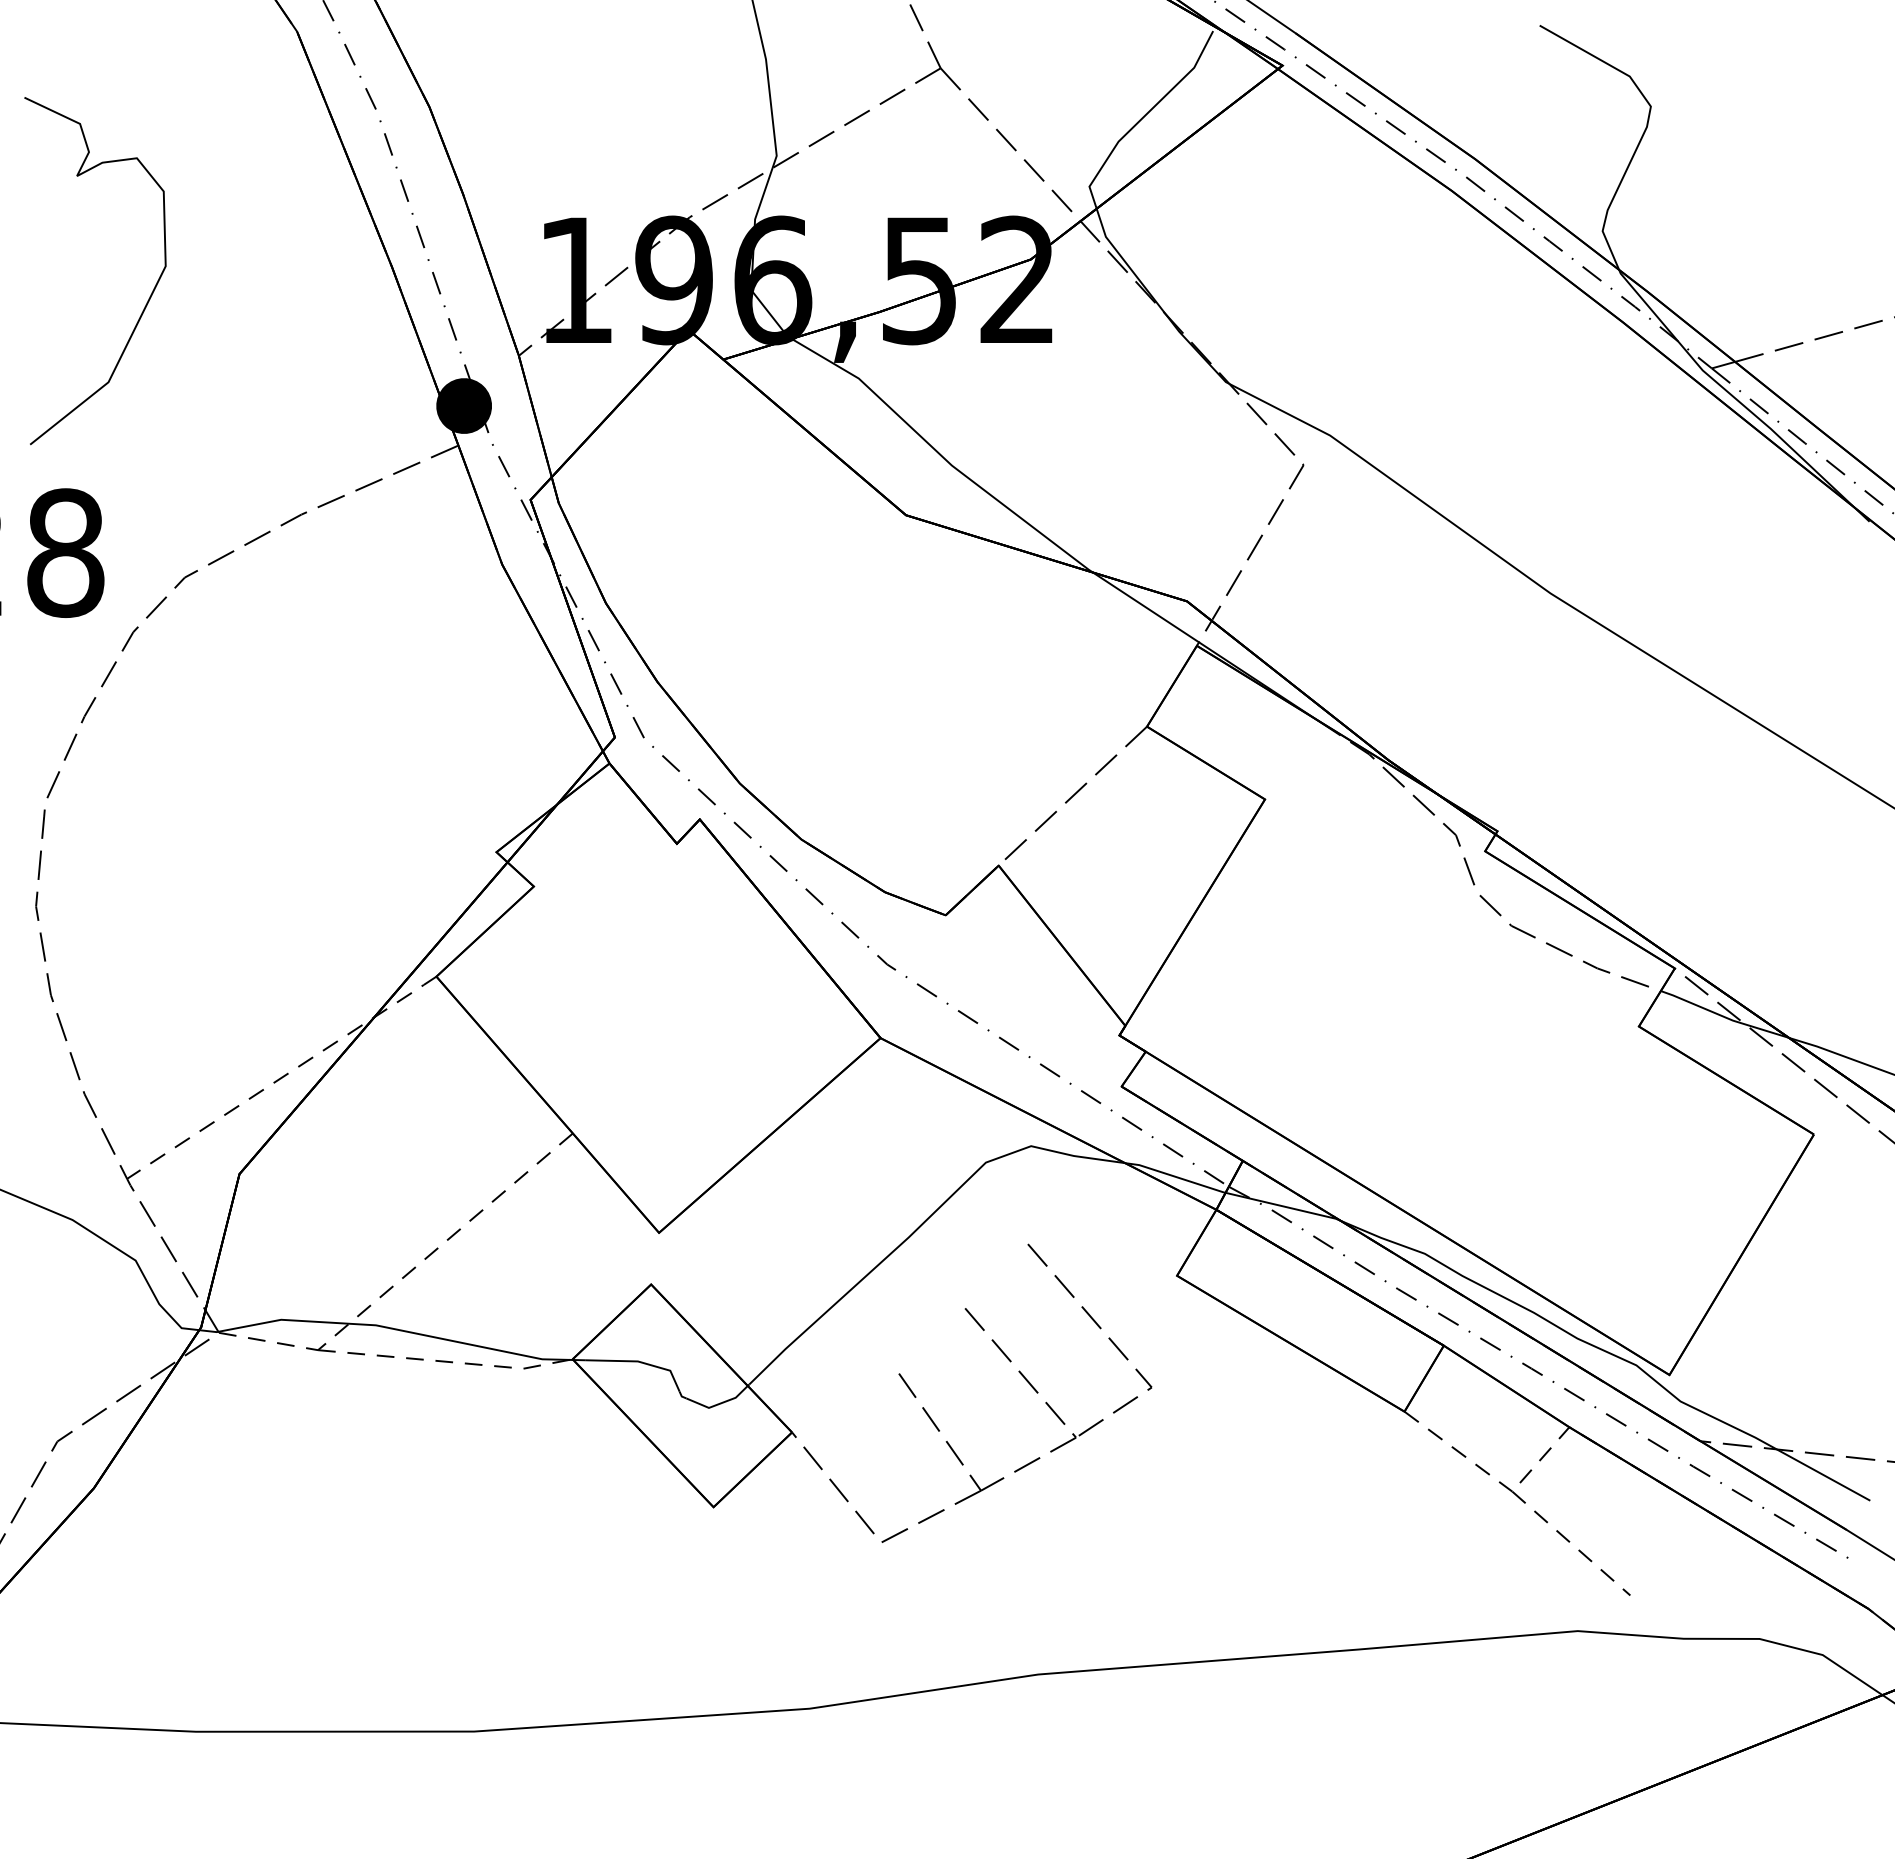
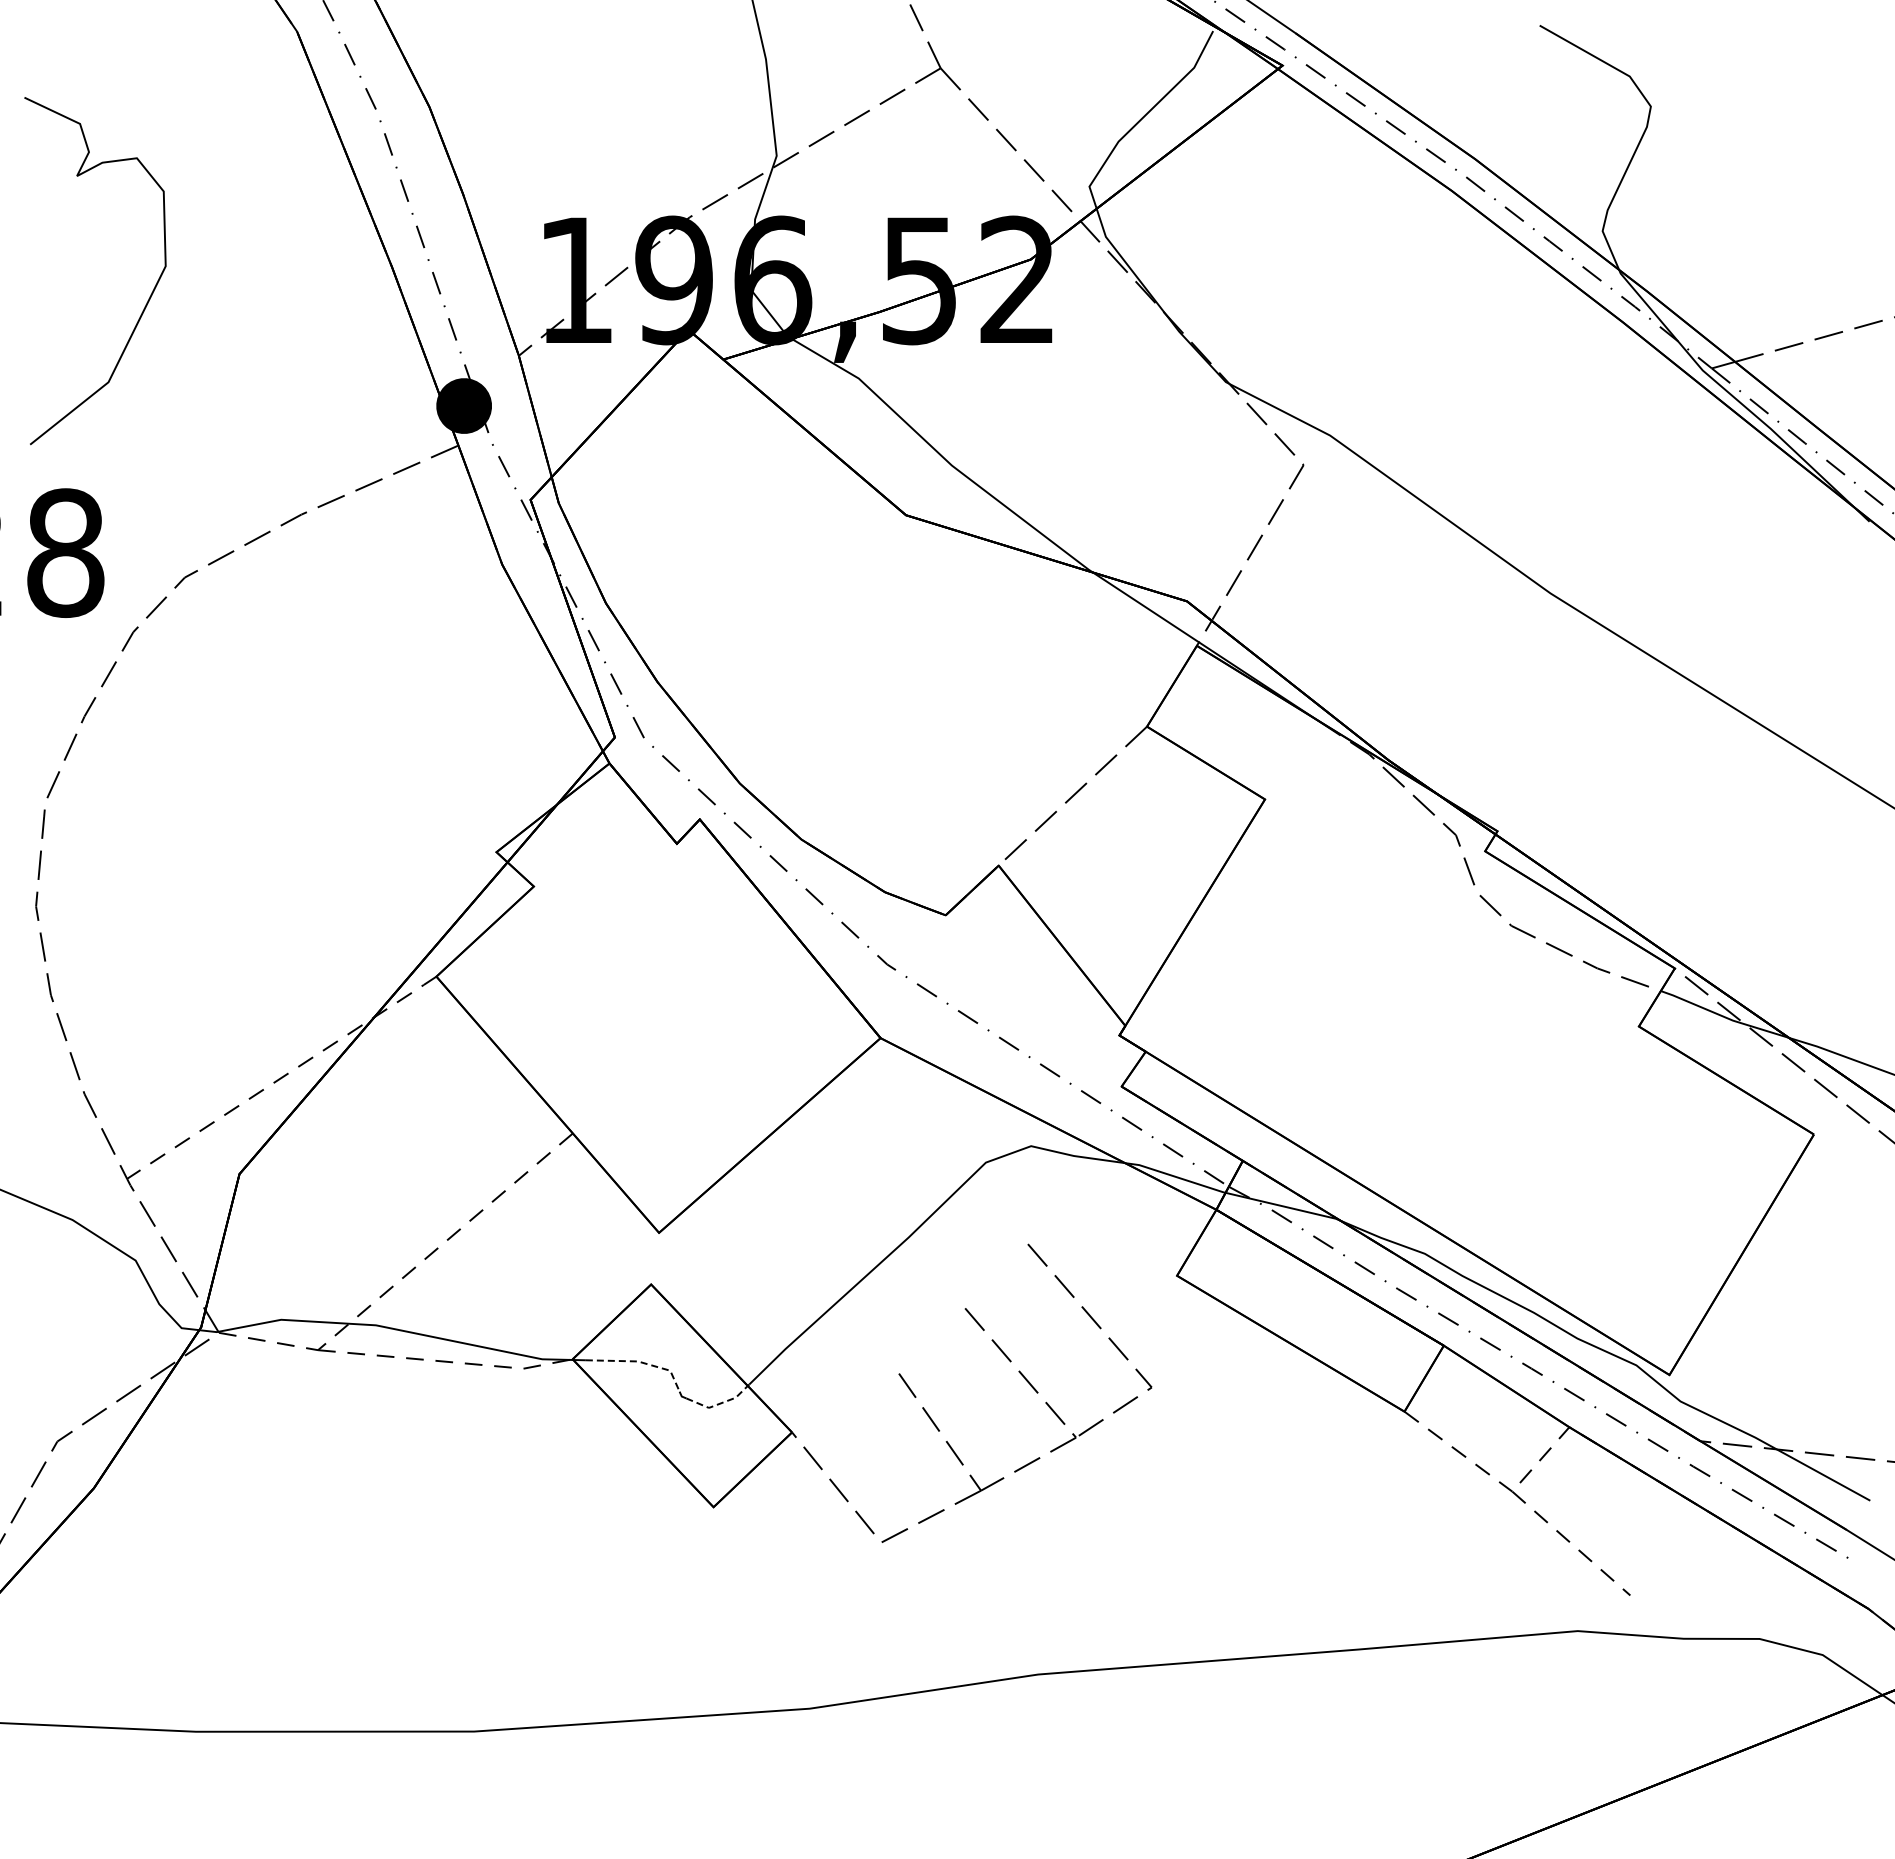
line at (639, 1361): solid -> dashed
line at (720, 1403): solid -> dashed
